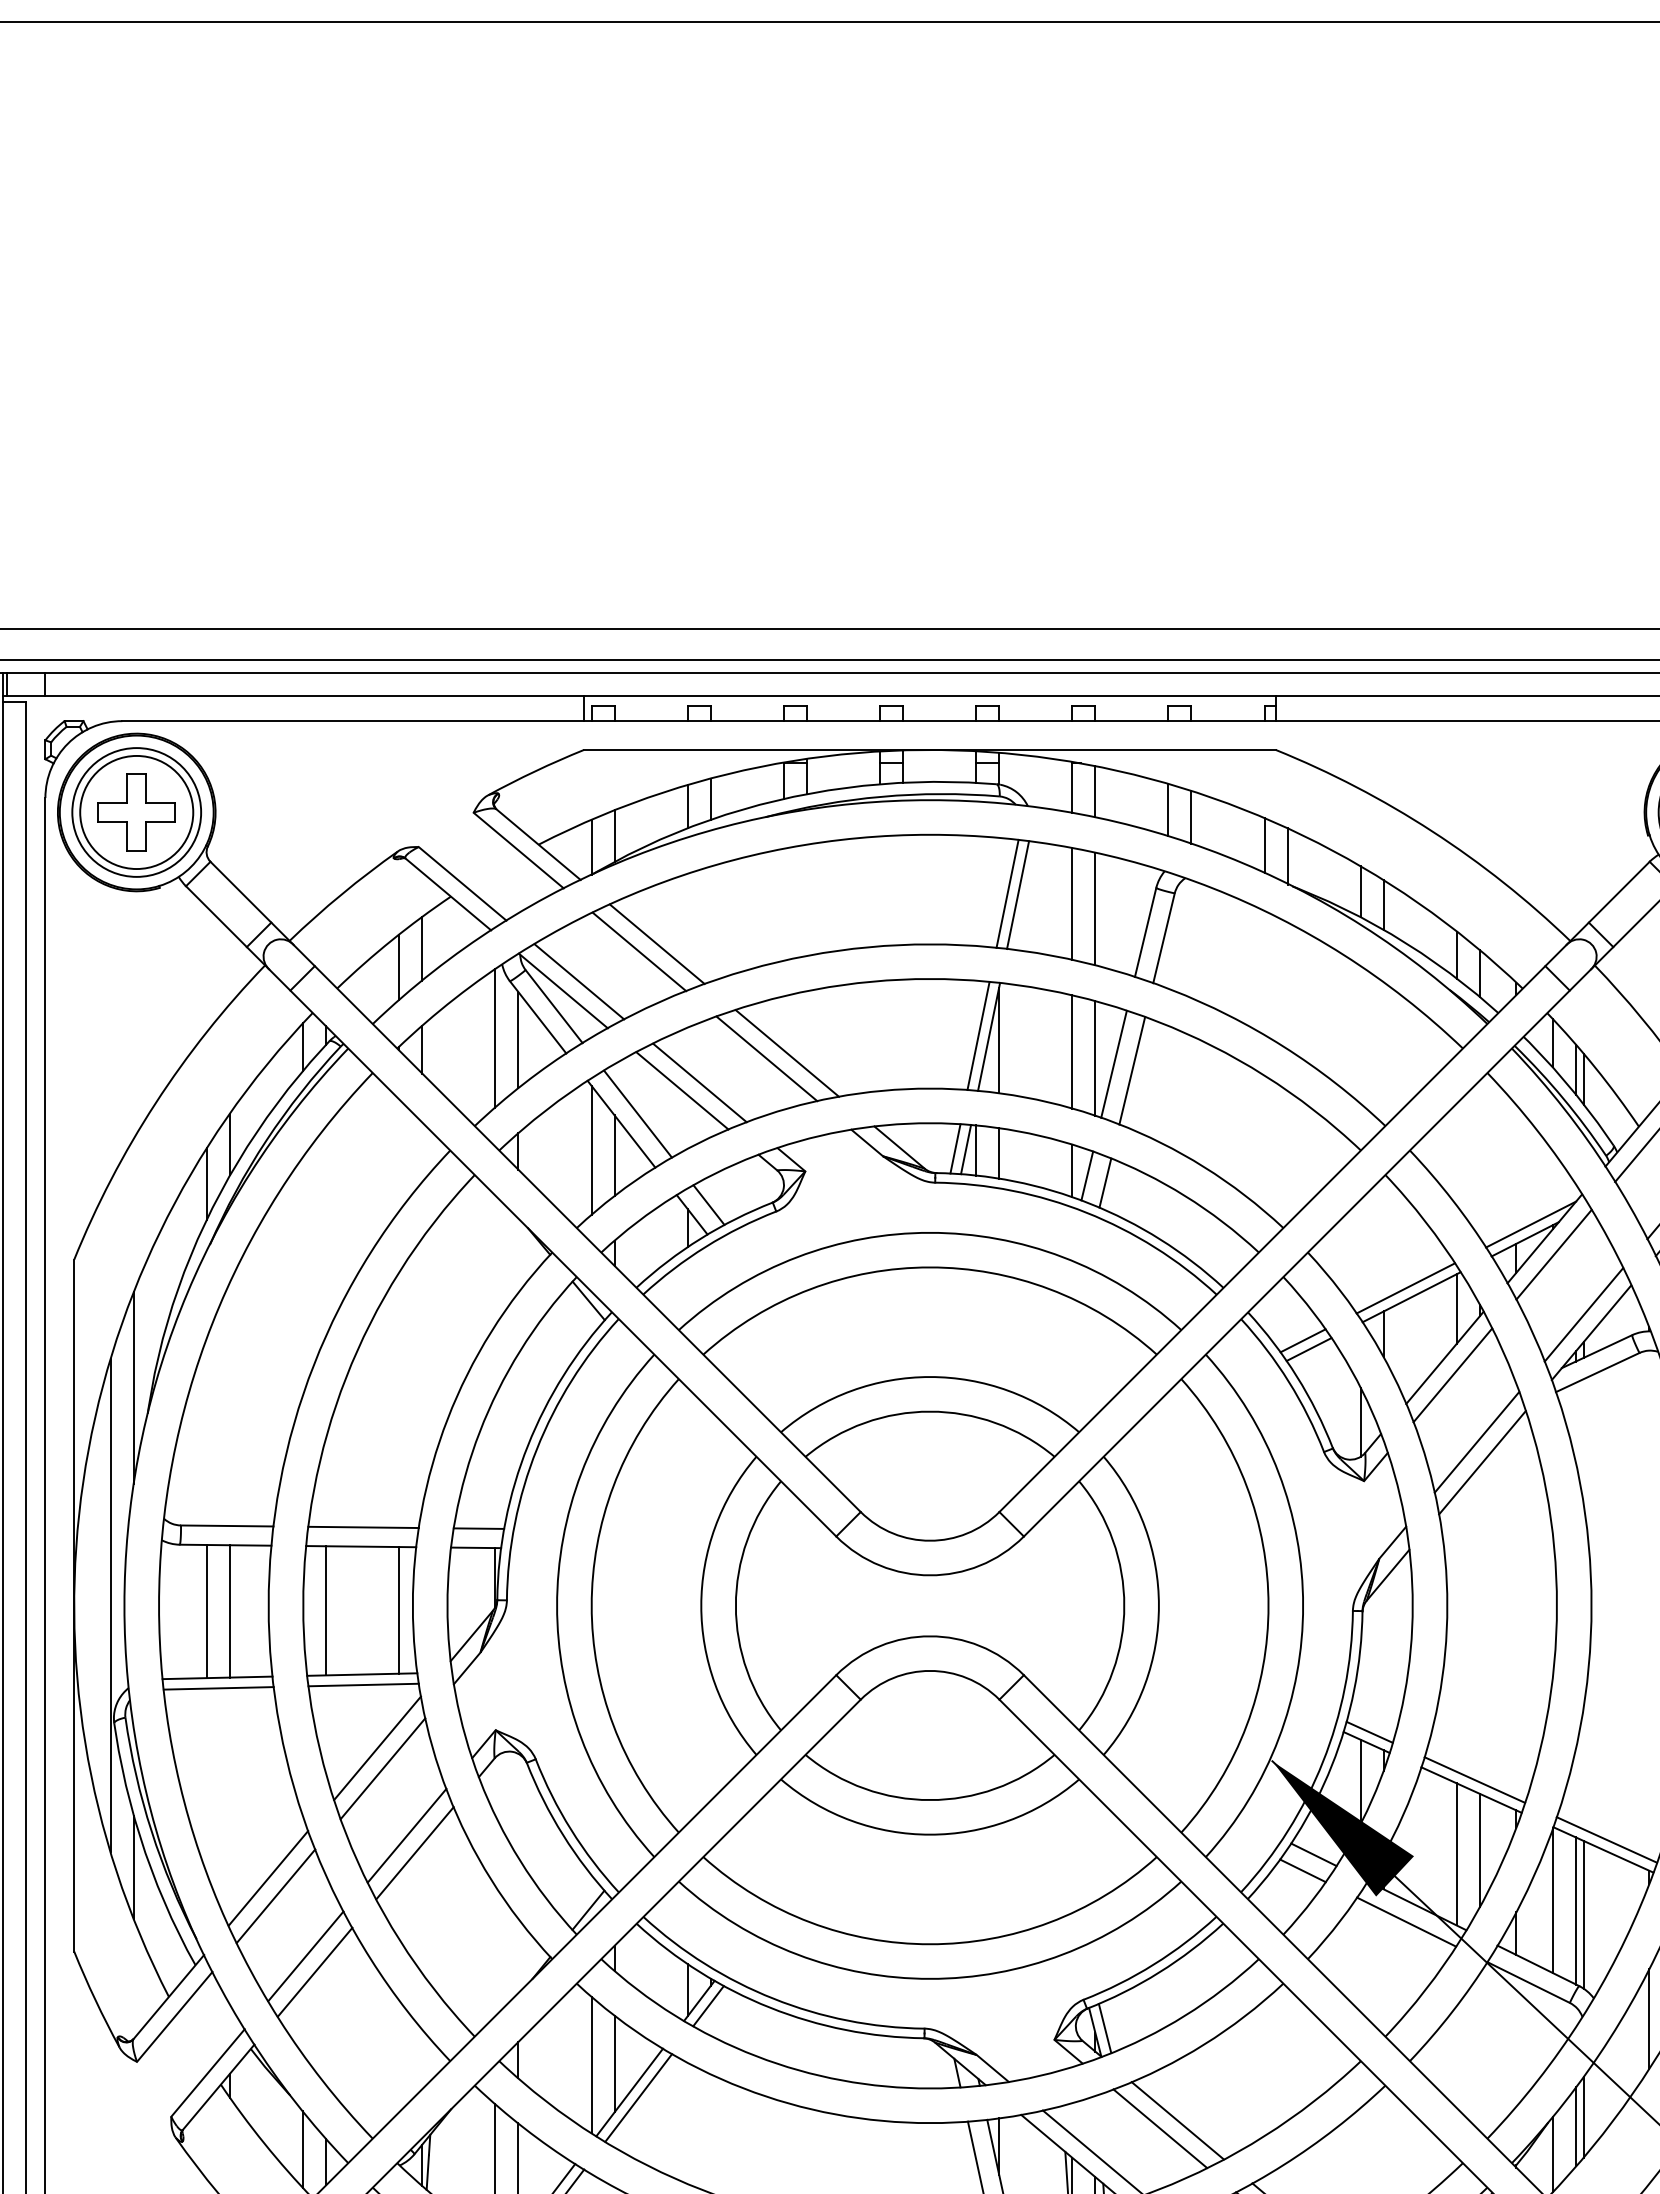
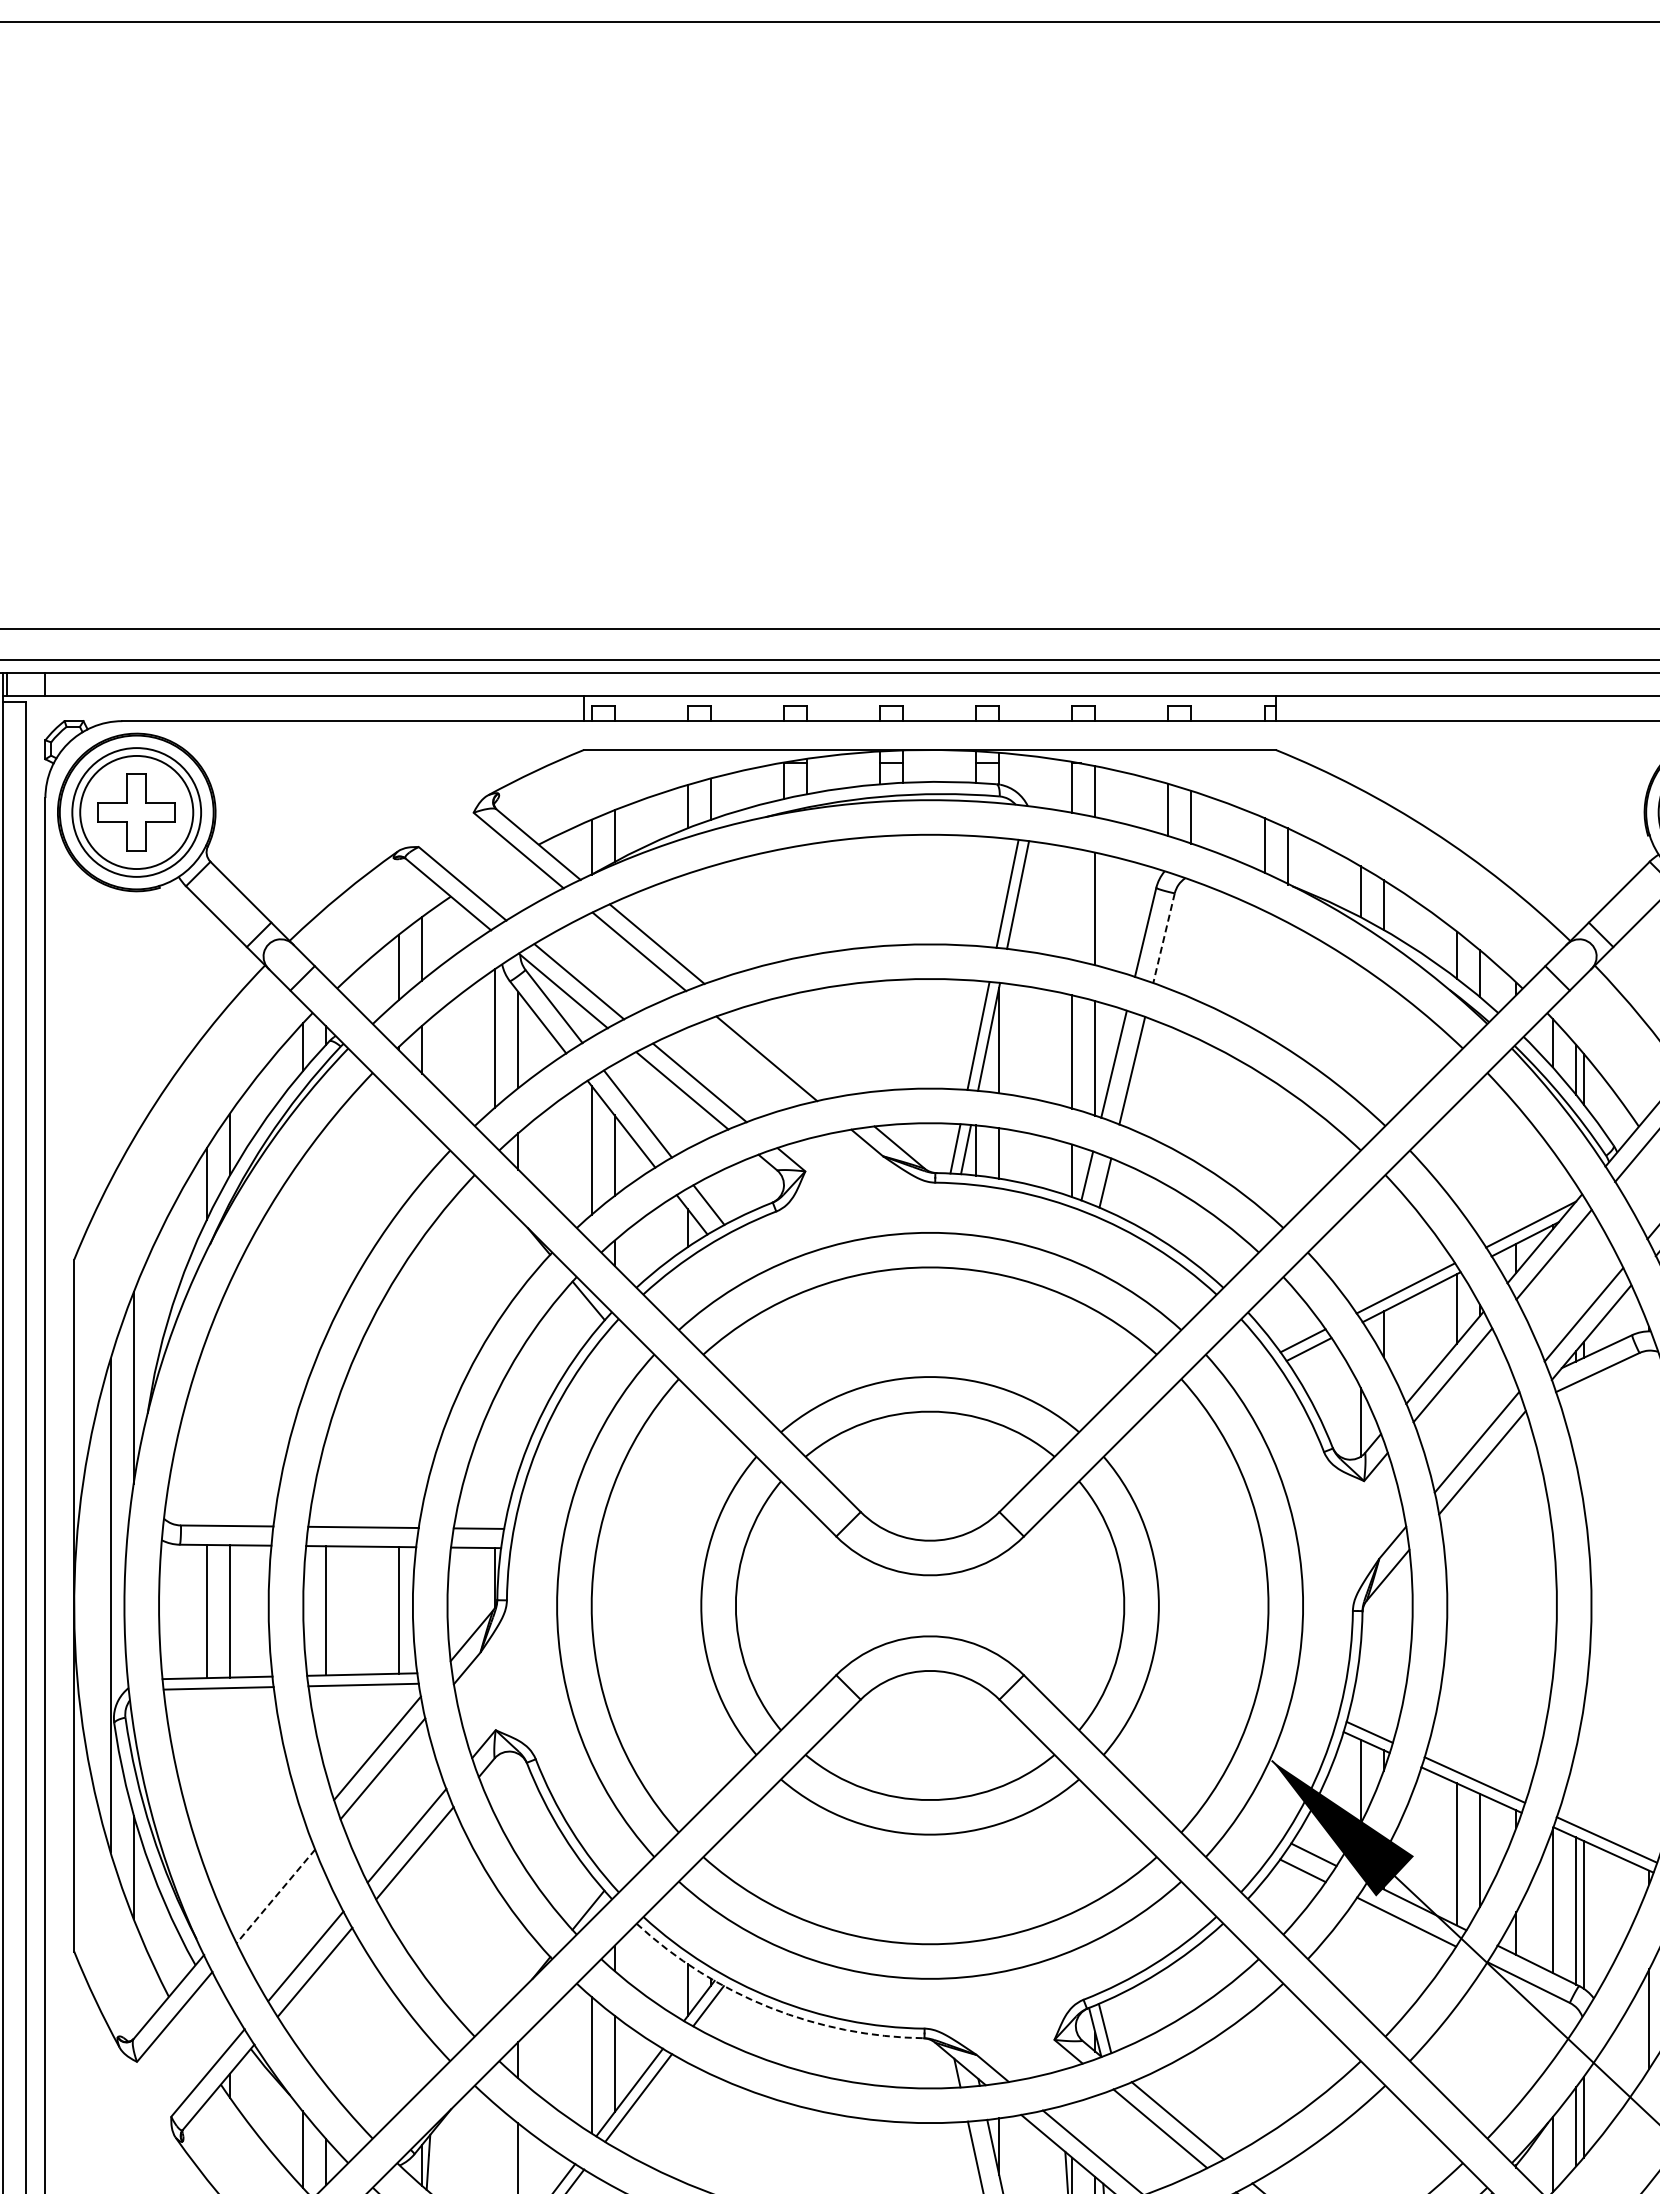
line at (1072, 903): present -> none
line at (1163, 938): solid -> dashed
line at (787, 1053): present -> none
line at (268, 1878): present -> none
line at (275, 1896): solid -> dashed
arc at (769, 2007): solid -> dashed
line at (495, 2147): present -> none
